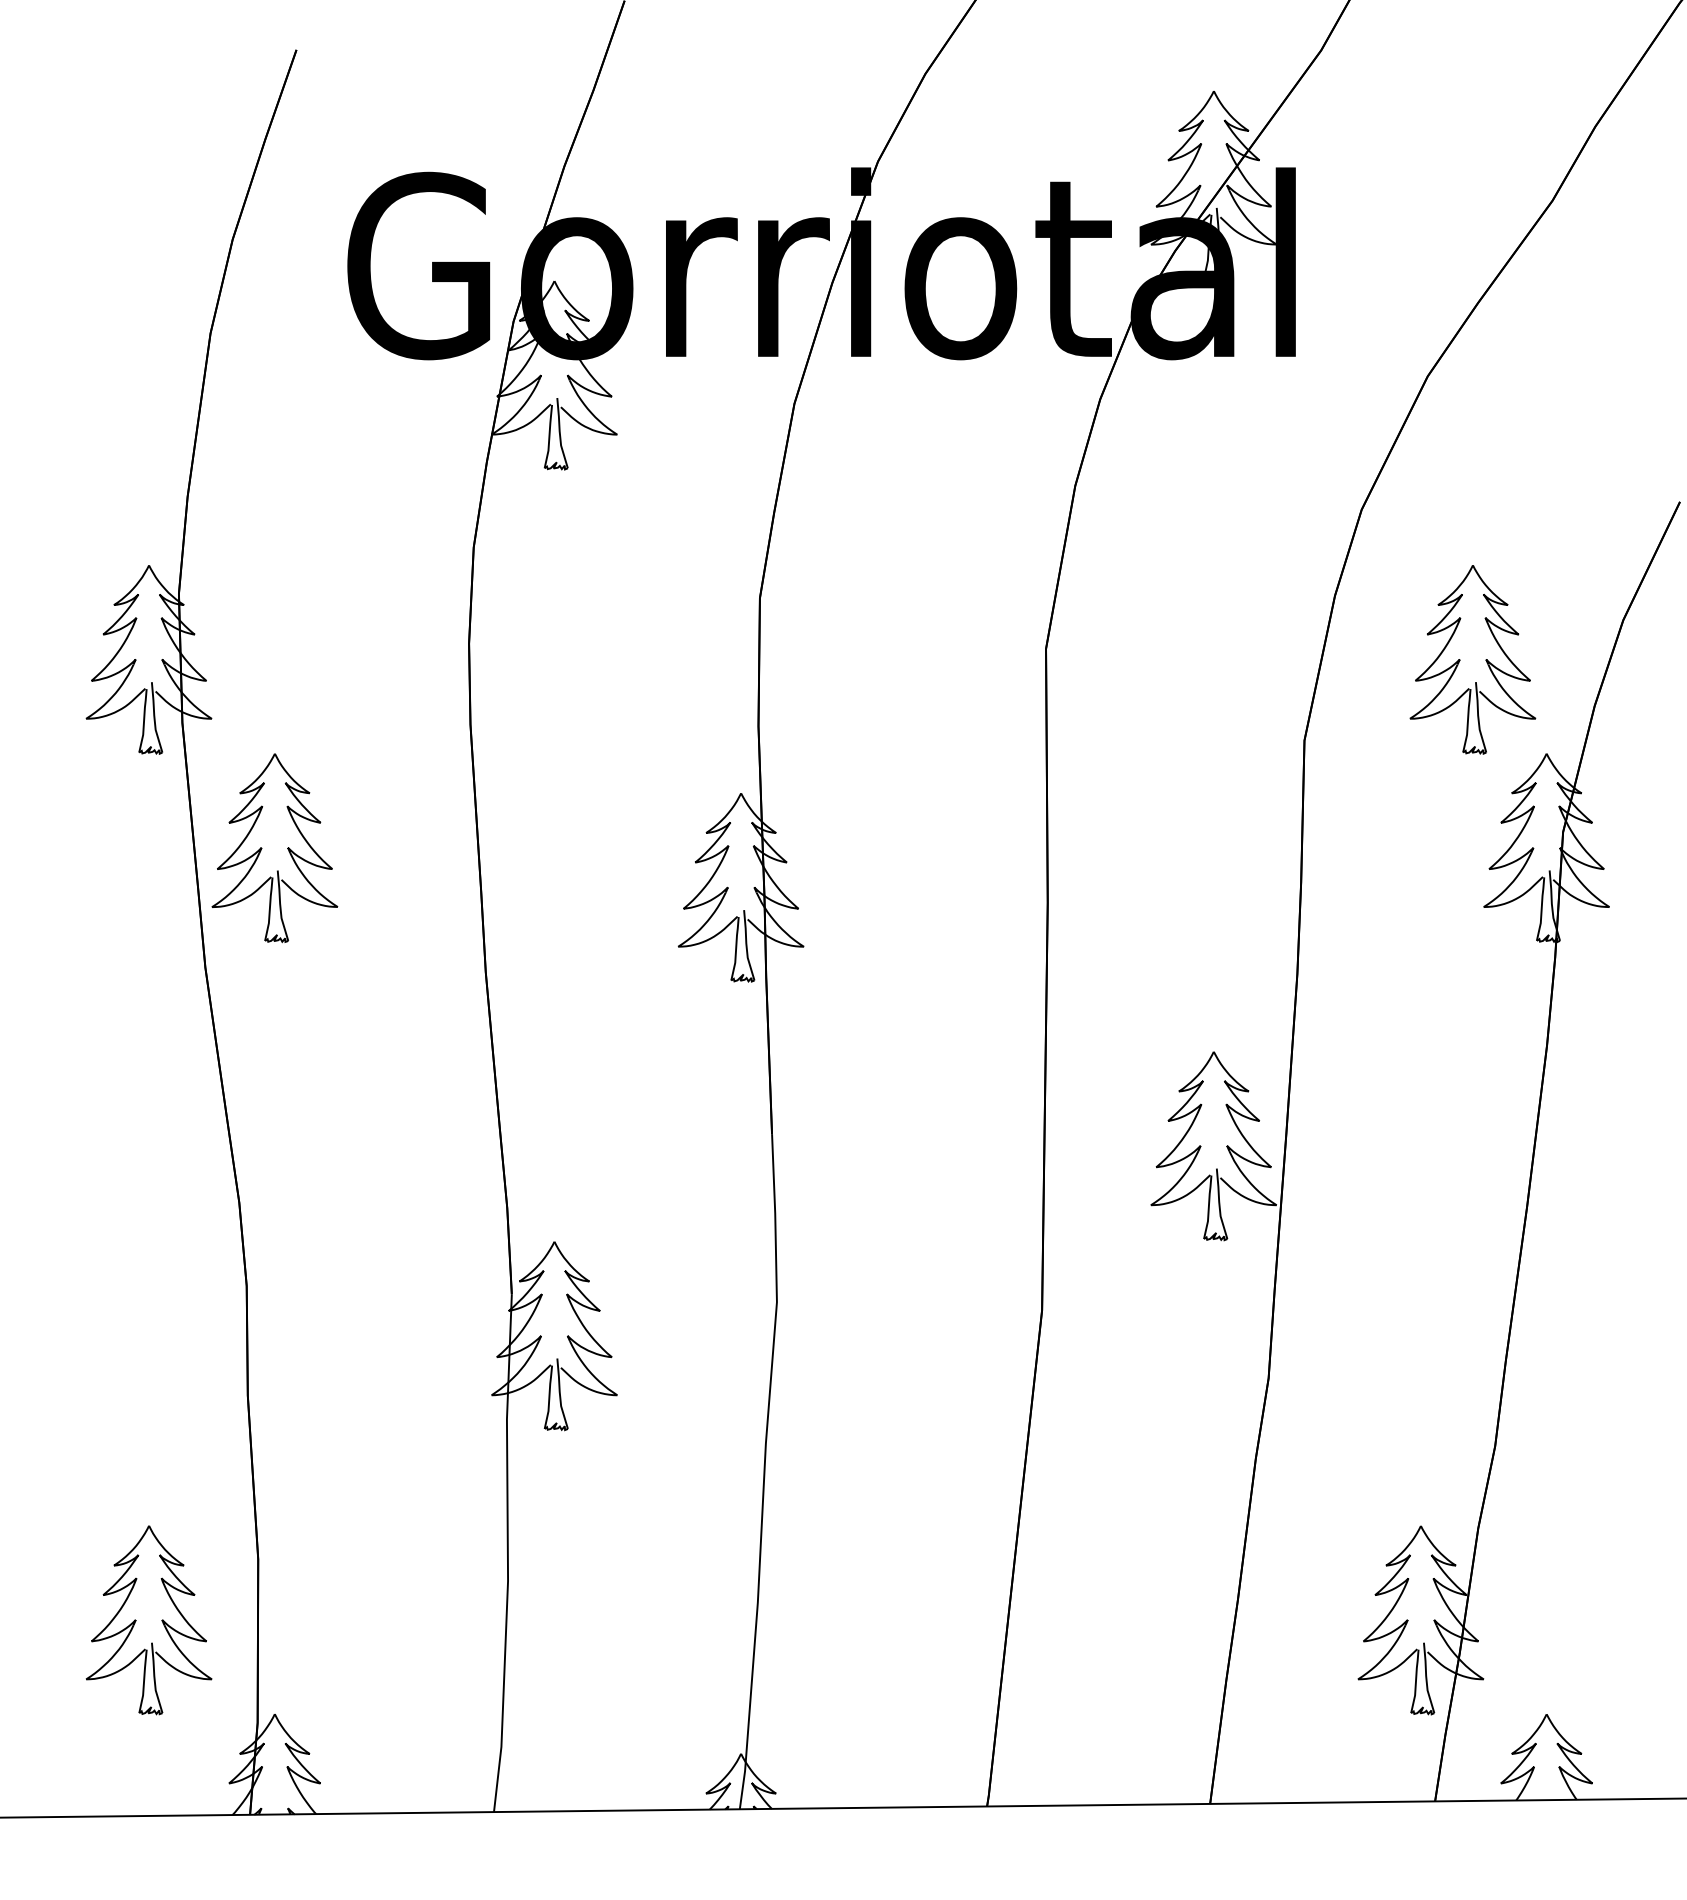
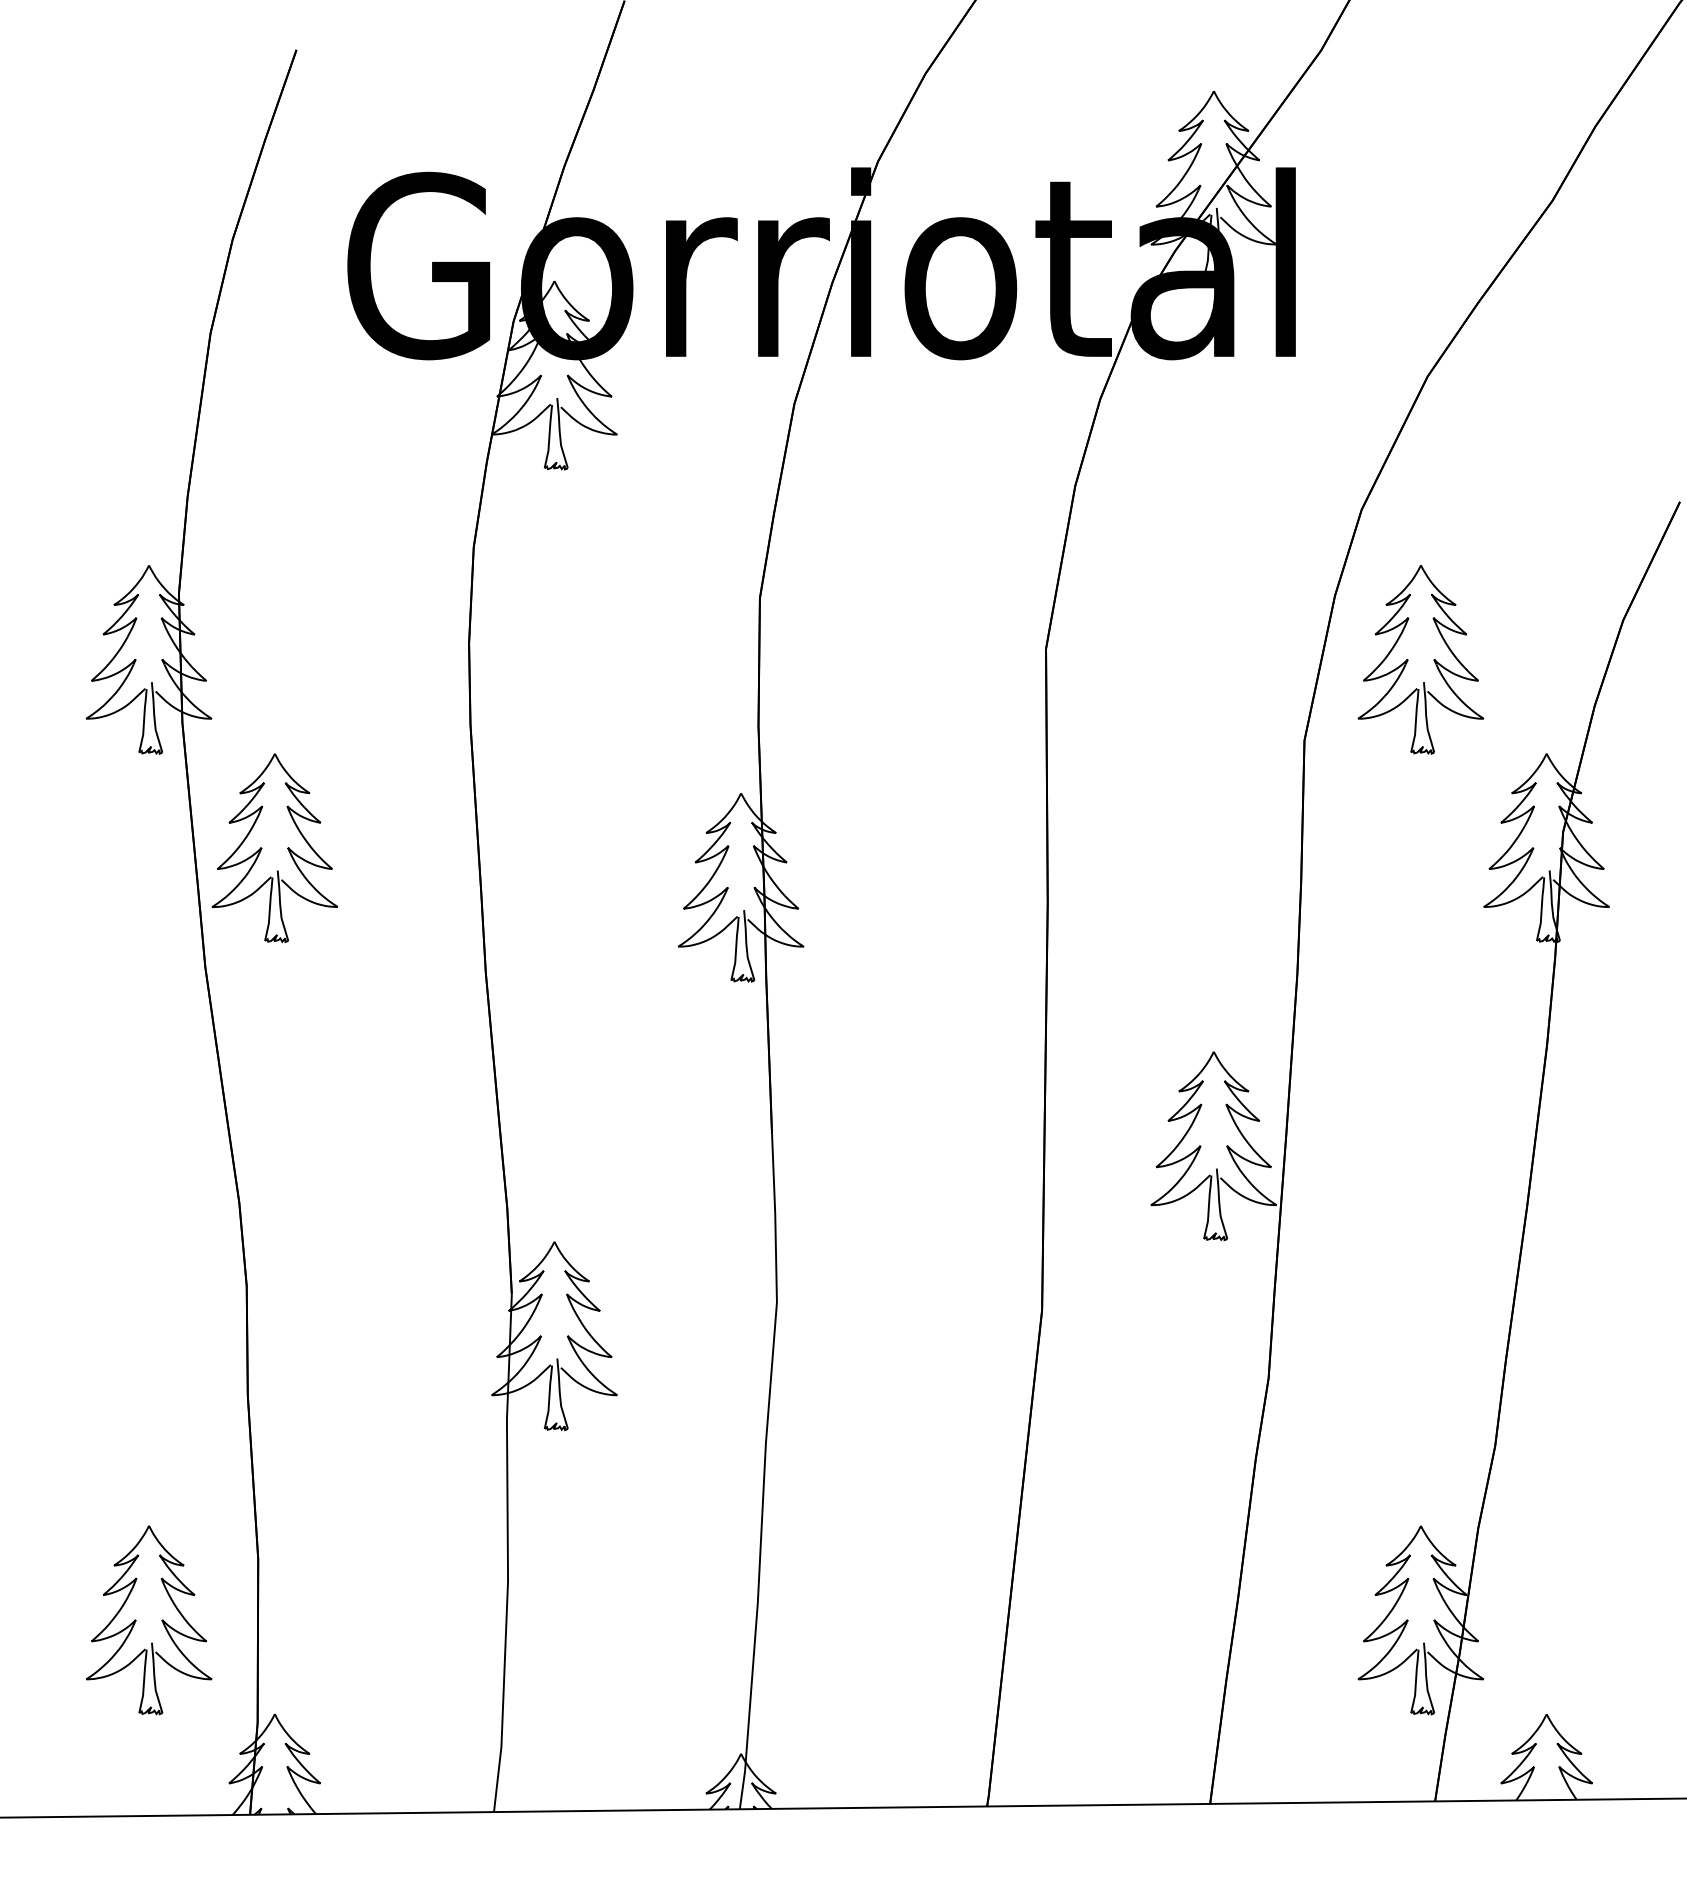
part at (1460, 659) position: (1460, 659) -> (1408, 659)
